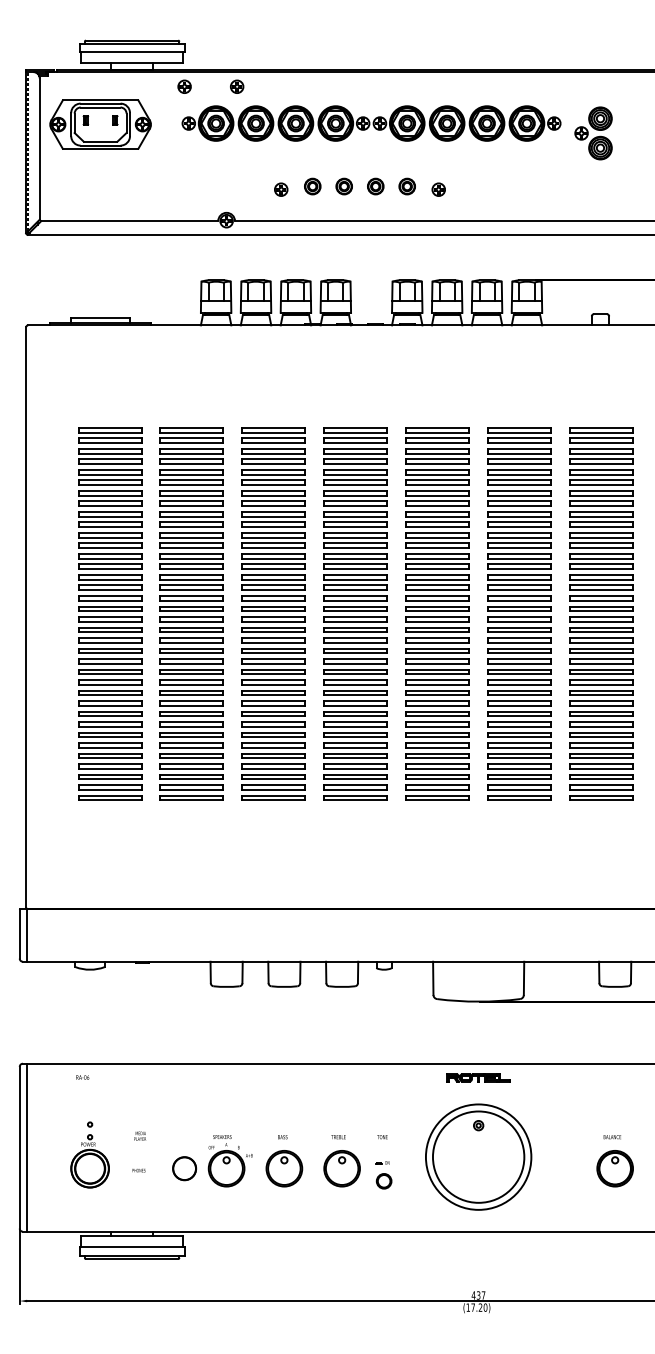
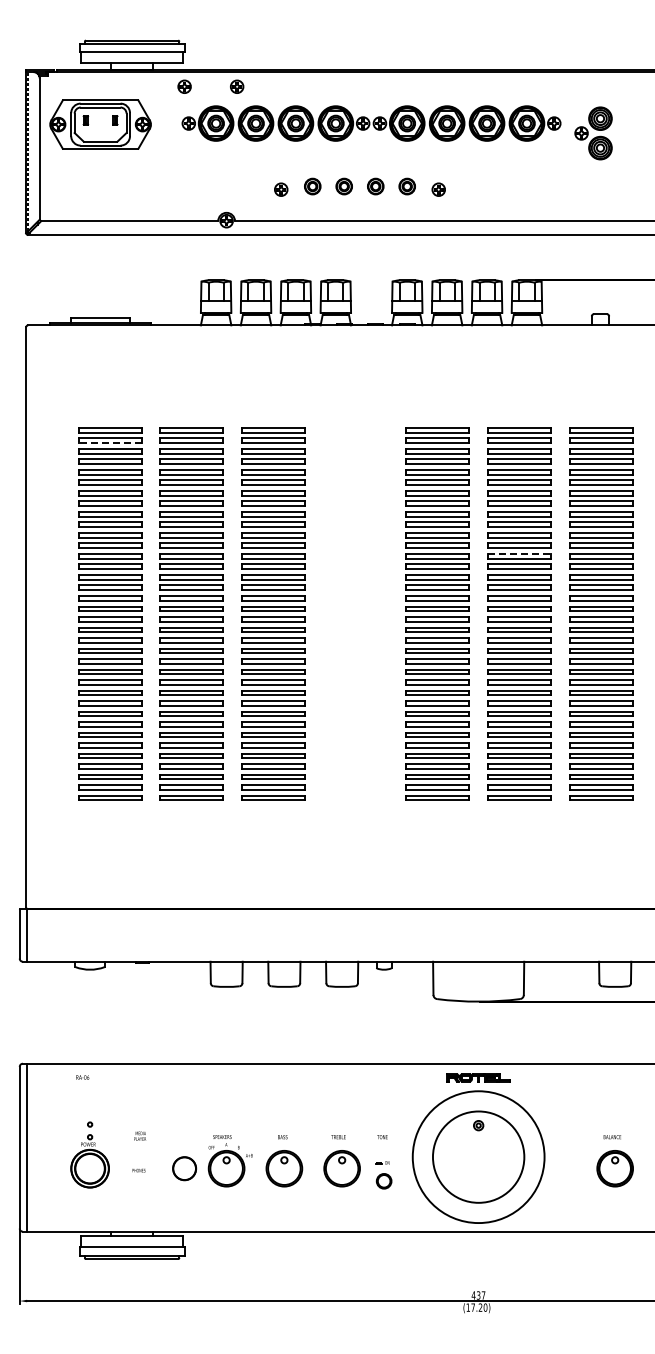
line at (110, 443): solid -> dashed
line at (519, 553): solid -> dashed
part at (355, 613): present -> none
circle at (478, 1156) diameter: 105 px -> 132 px
